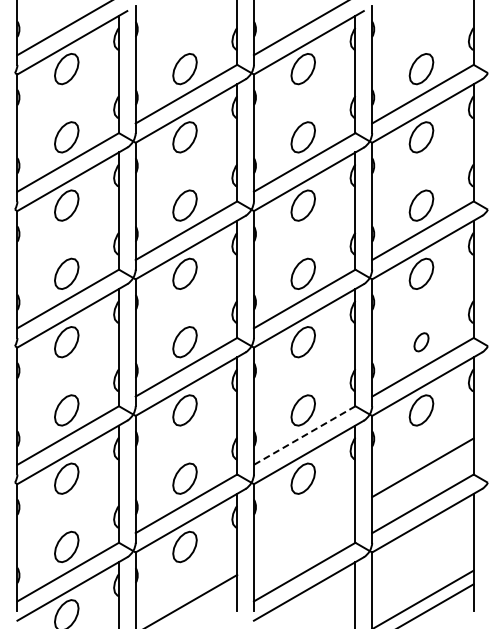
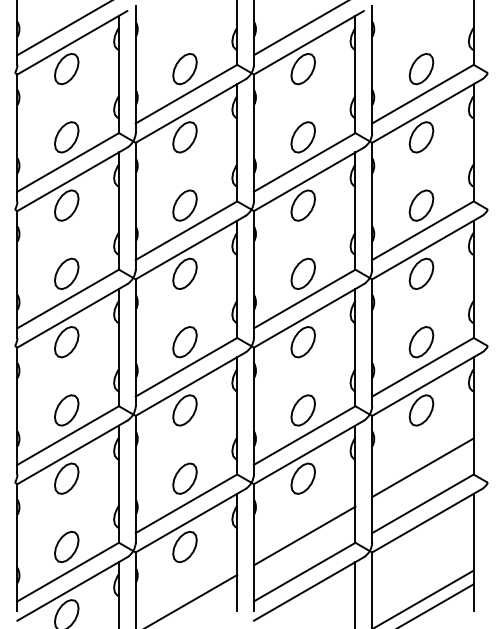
part at (421, 342) size: 17x21 px -> 27x33 px
line at (304, 435): dashed -> solid
line at (304, 535): none -> present
